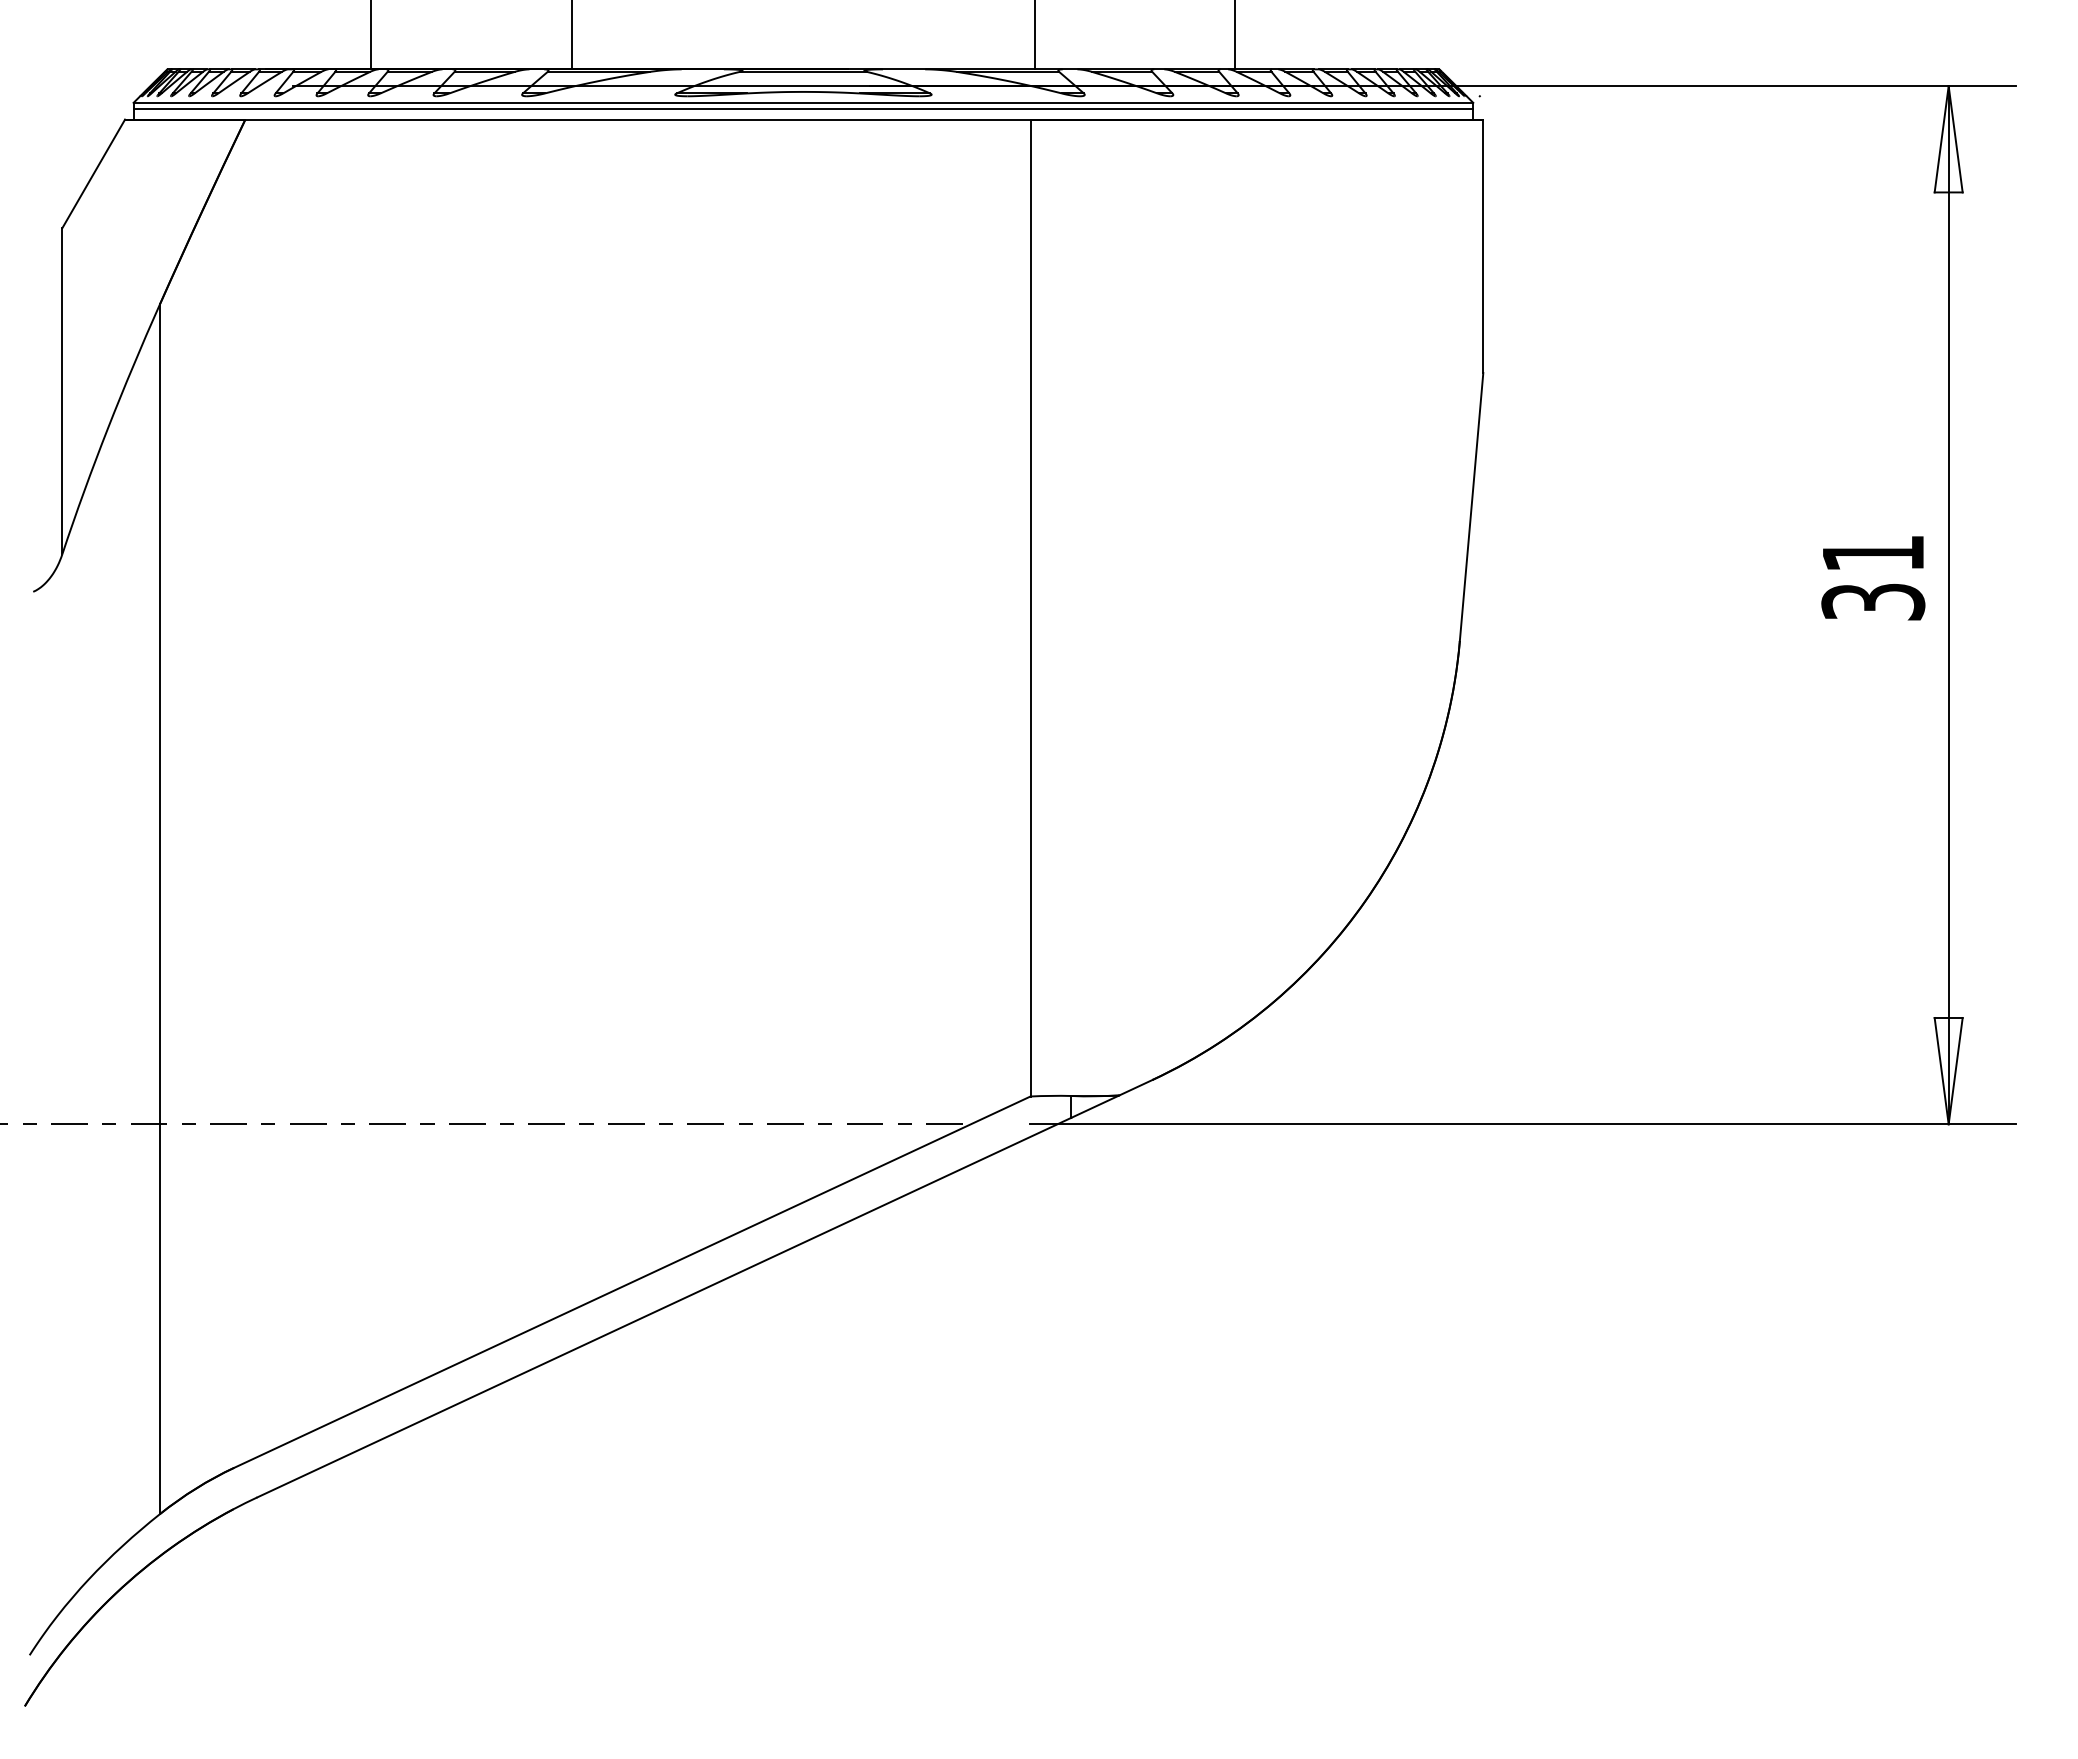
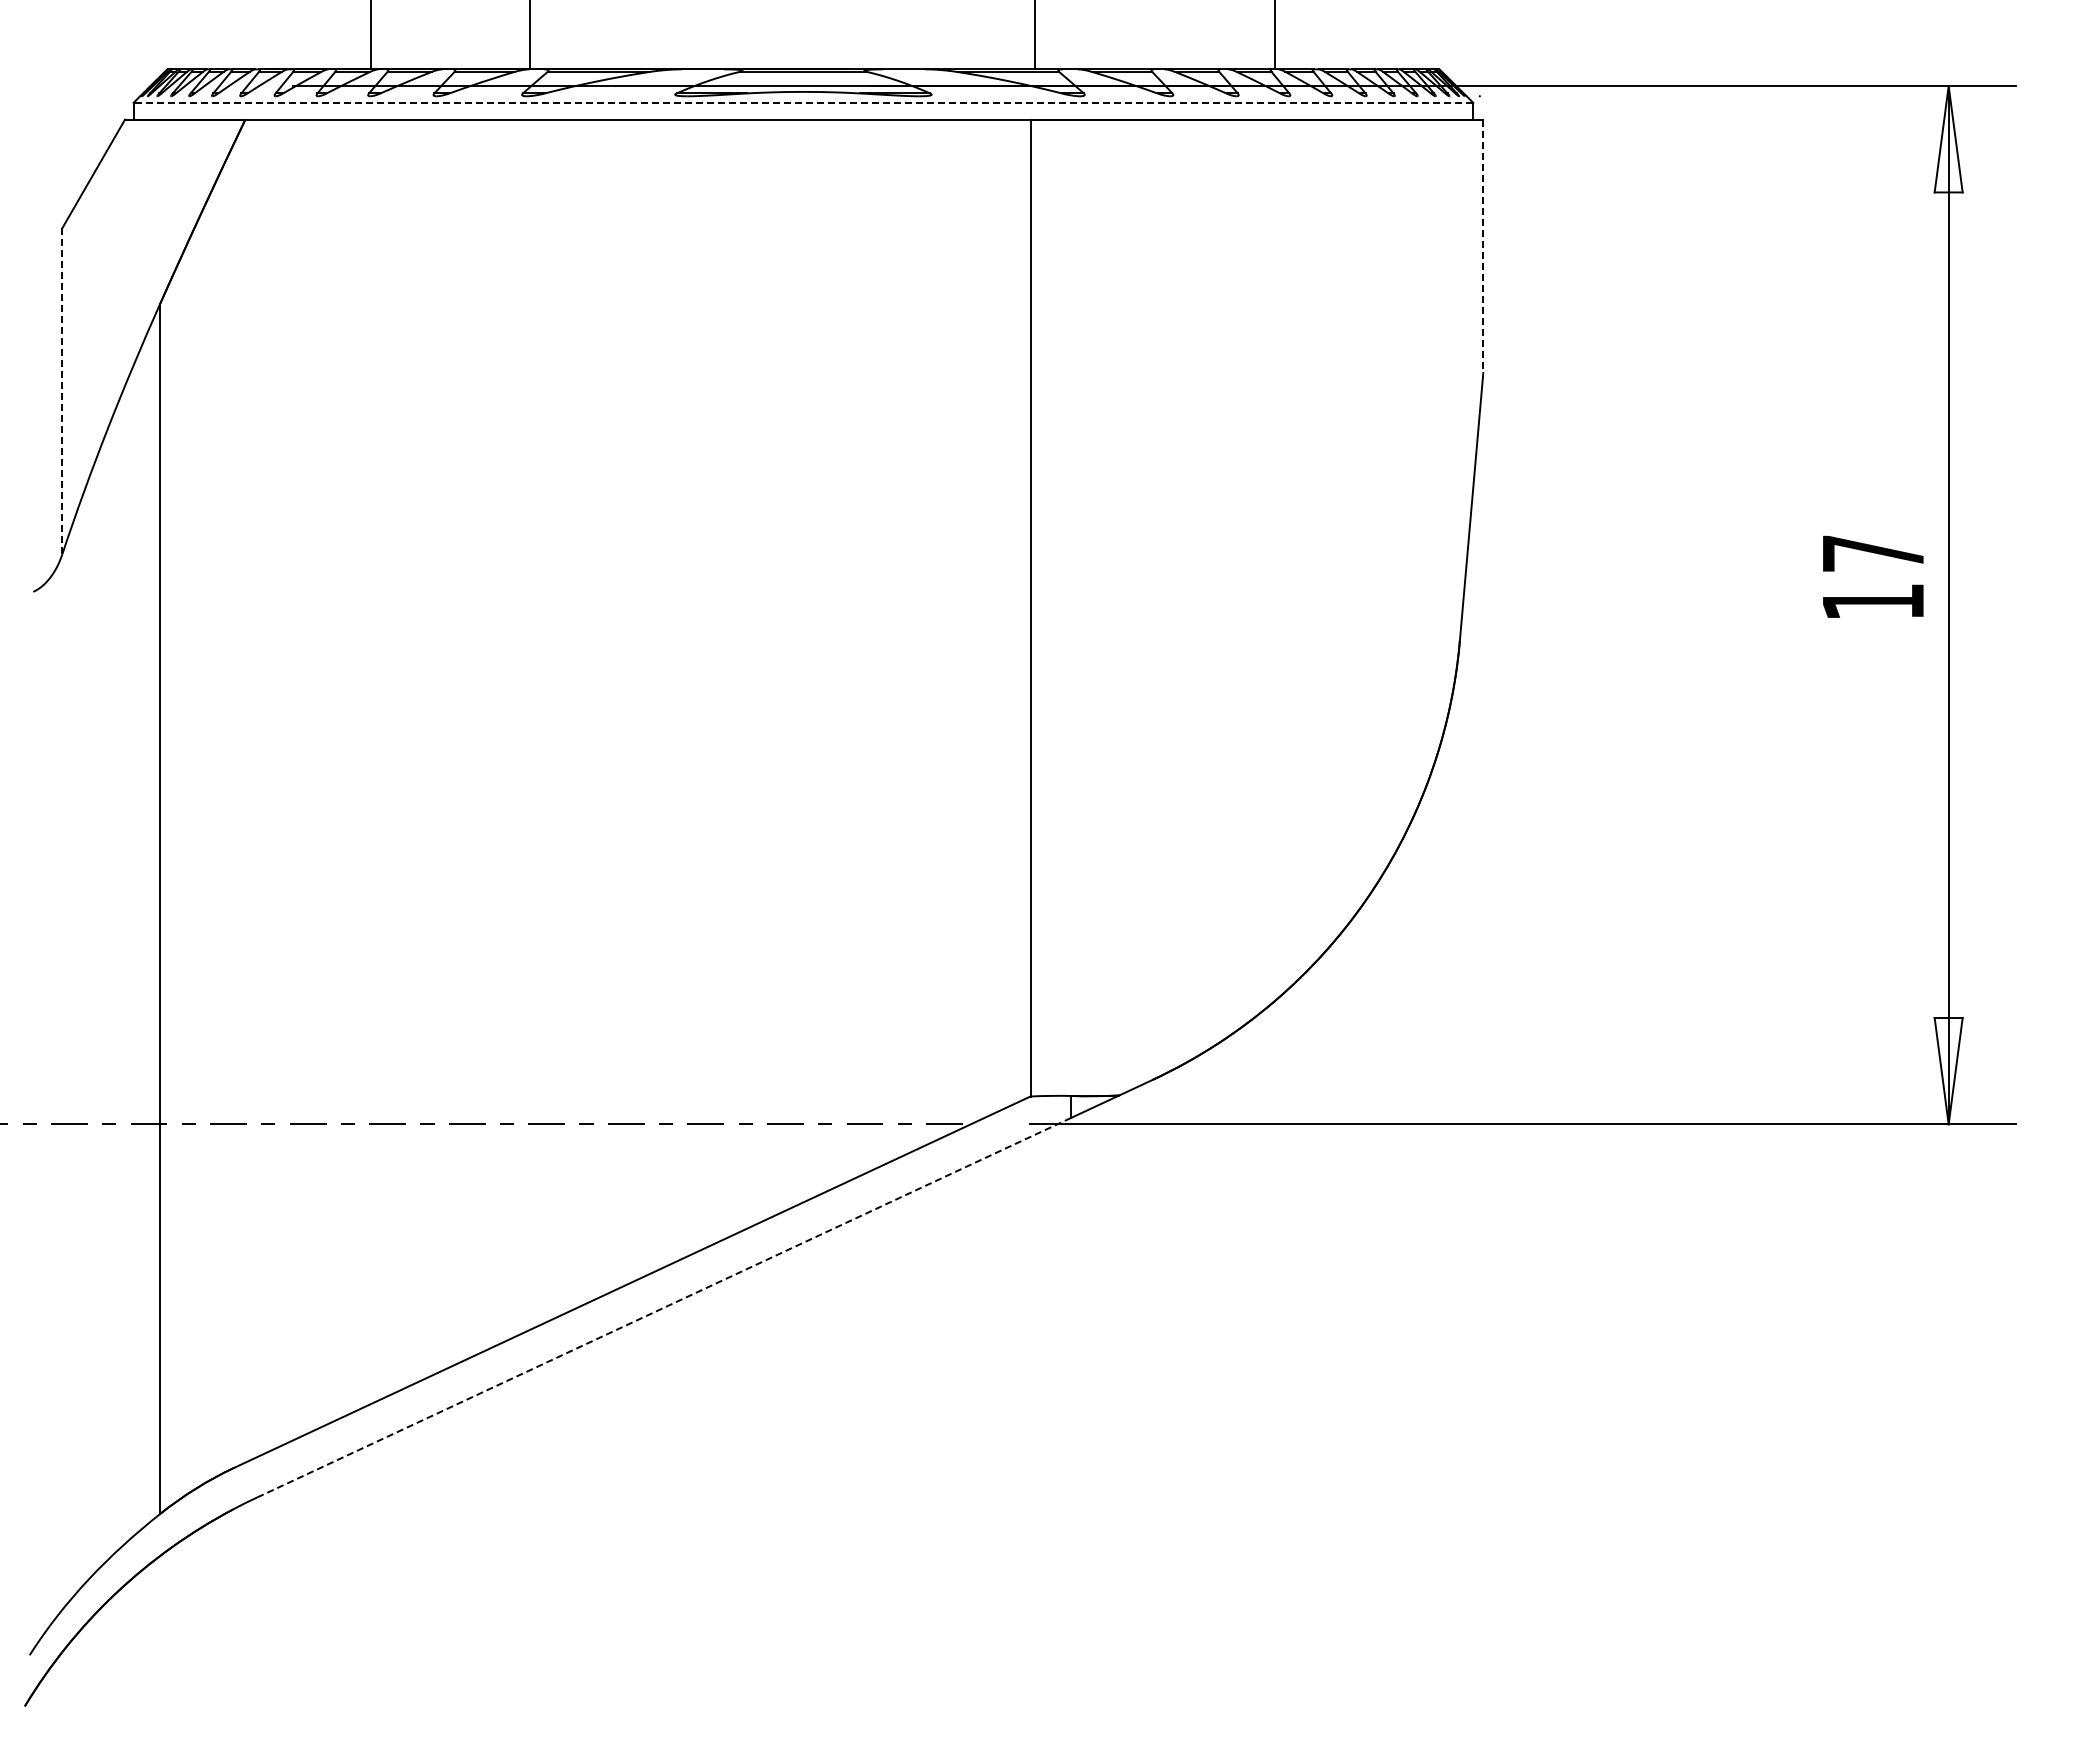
line at (572, 35) position: (572, 35) -> (530, 35)
line at (1235, 35) position: (1235, 35) -> (1275, 35)
line at (803, 102): solid -> dashed
line at (803, 108): present -> none
line at (1483, 246): solid -> dashed
line at (62, 390): solid -> dashed
text at (1873, 577): 31 -> 17
line at (664, 1307): solid -> dashed
